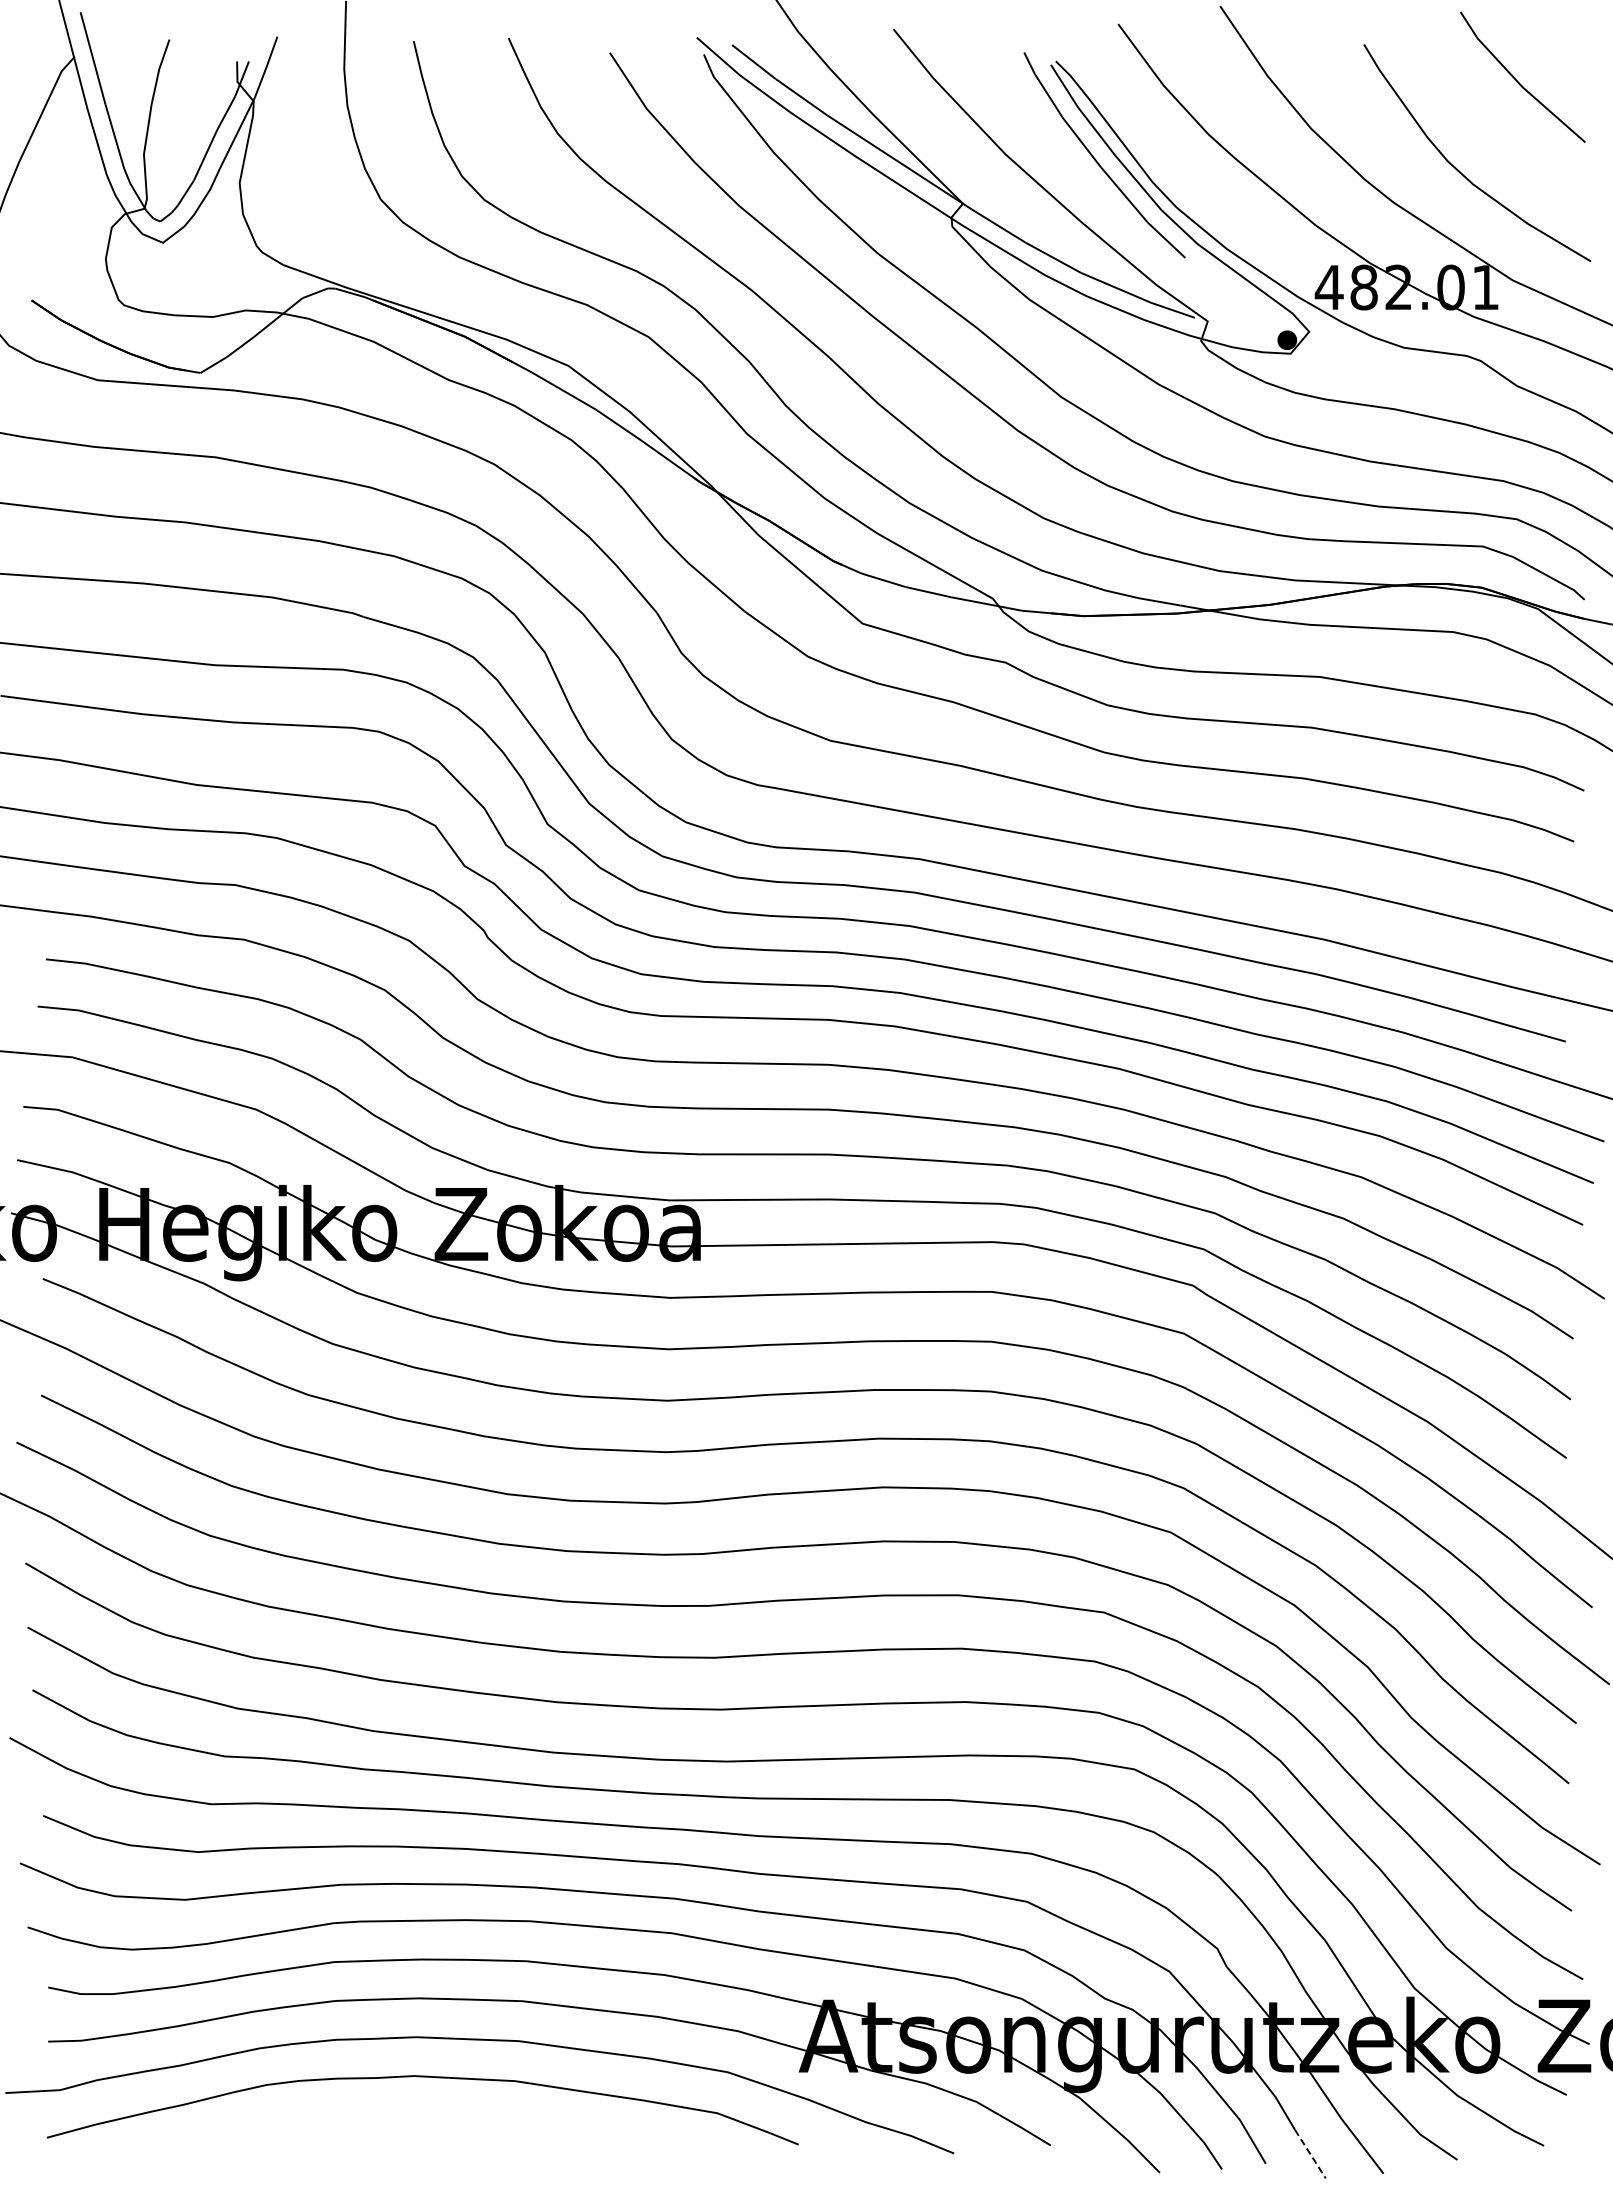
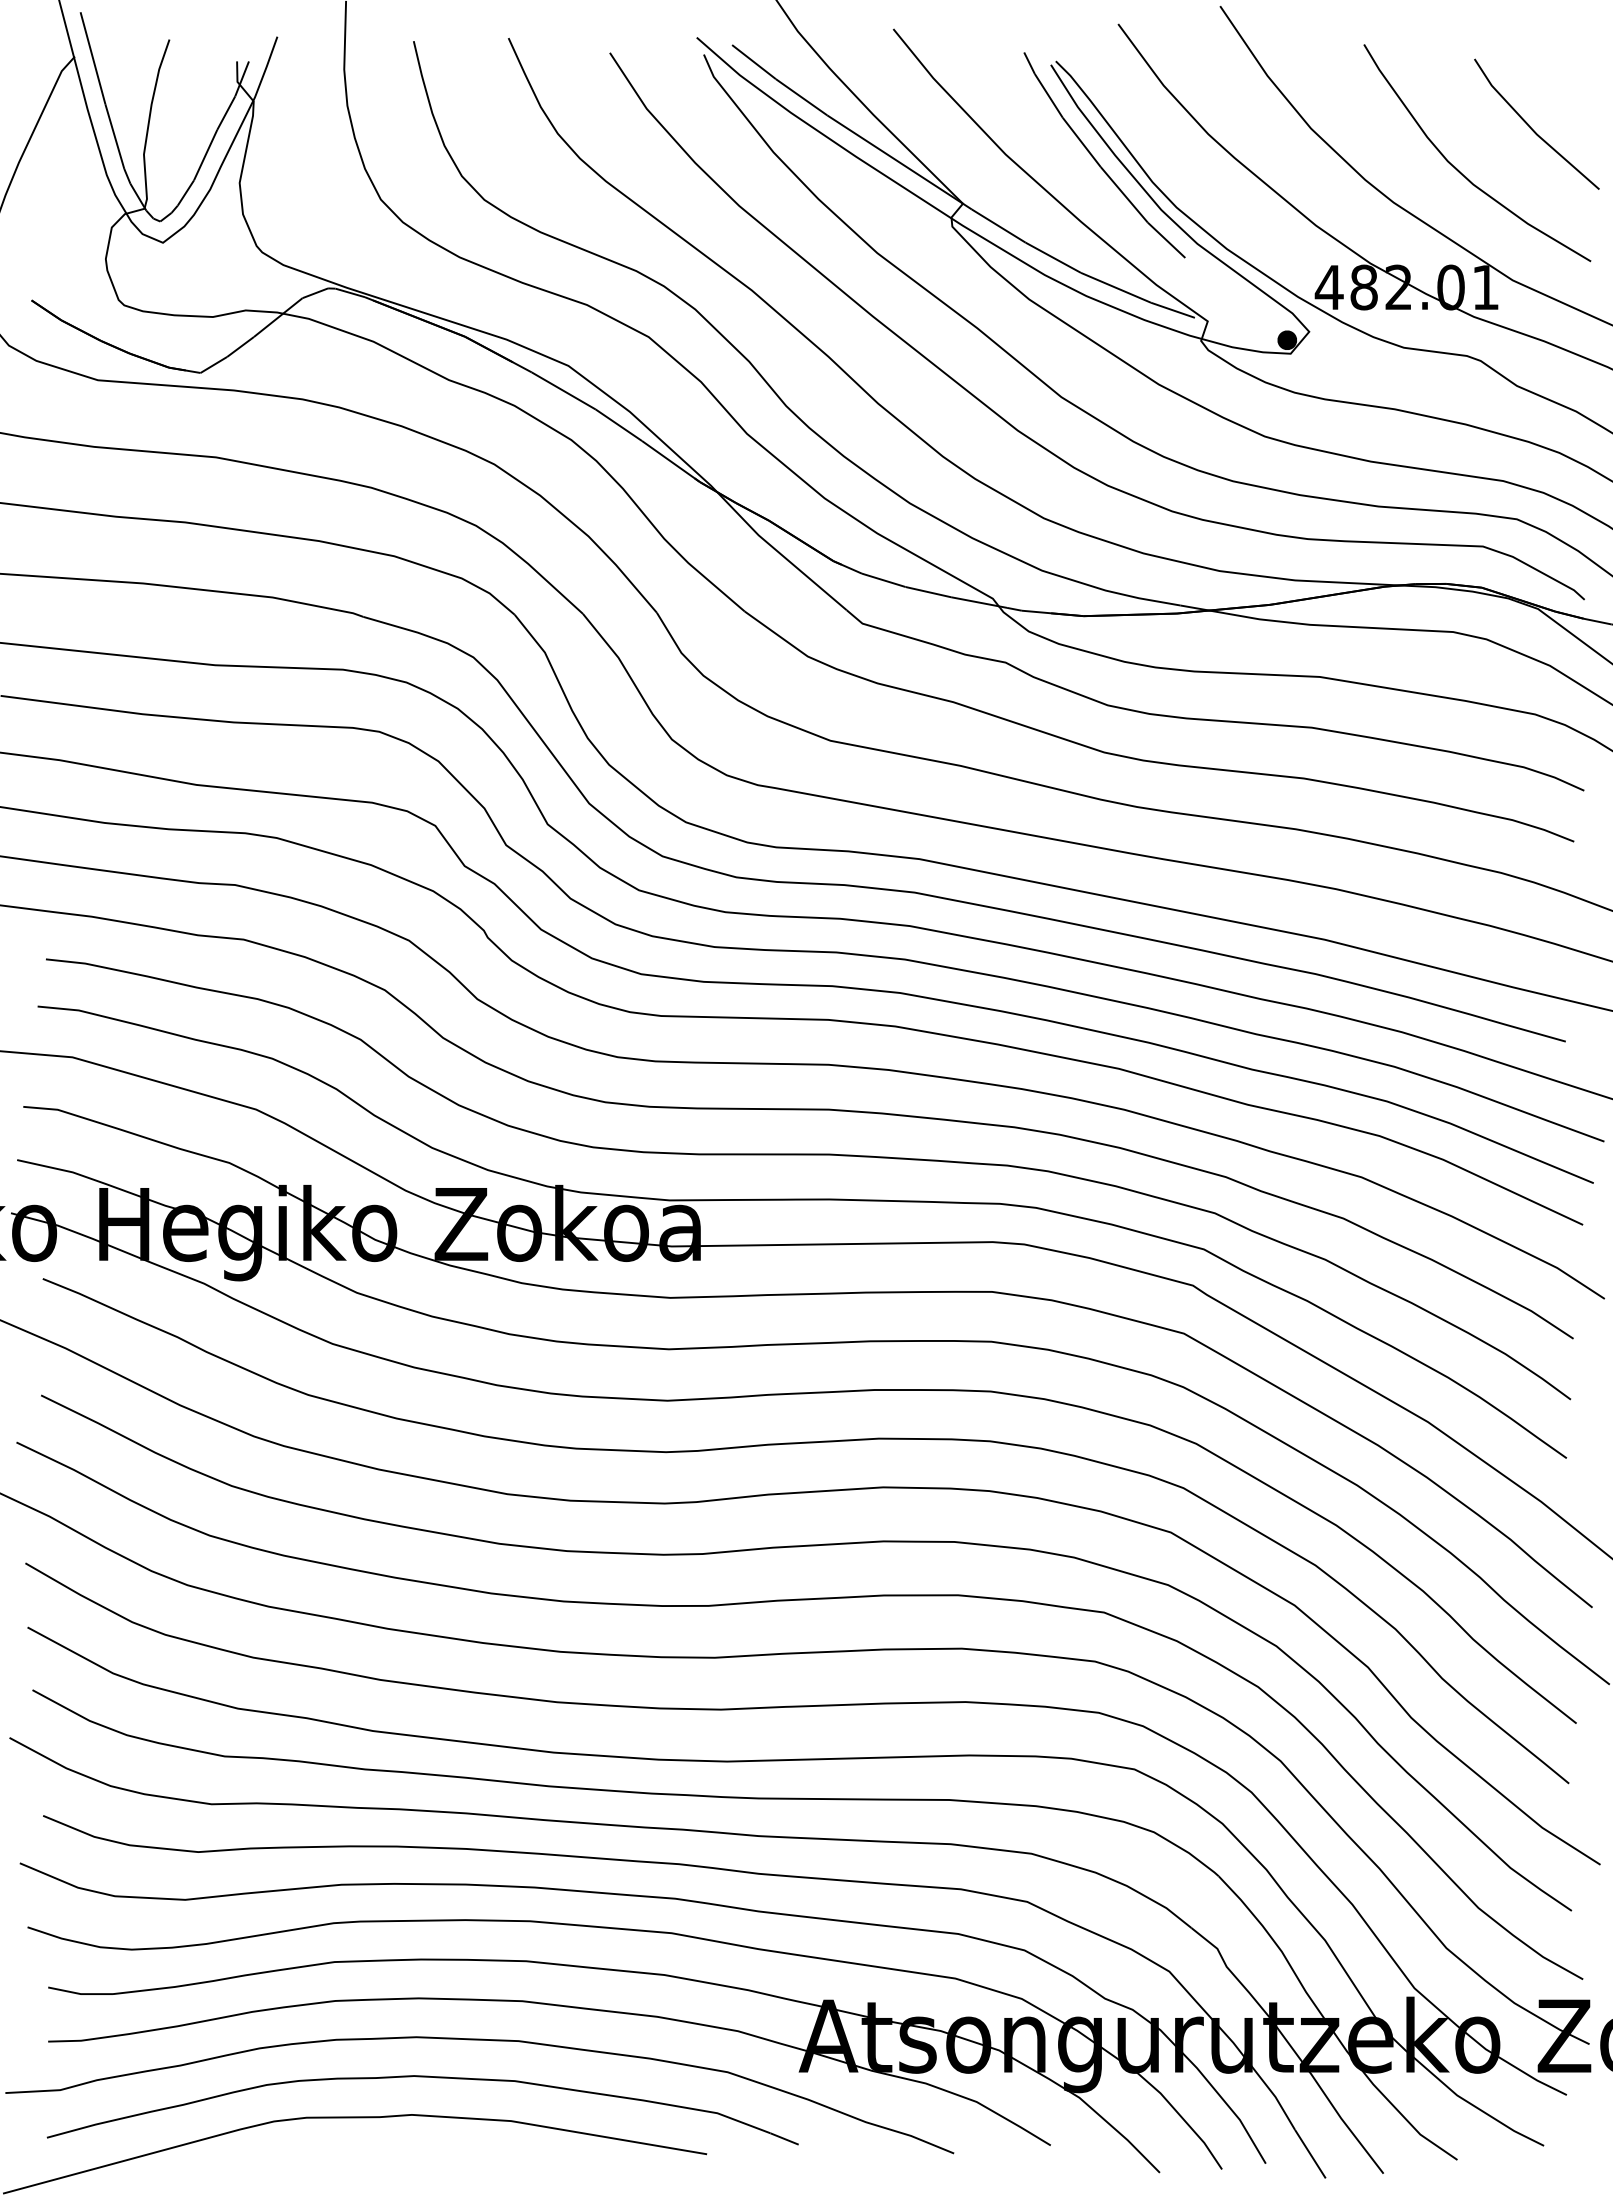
line at (1517, 80) position: (1517, 80) -> (1531, 127)
curve at (355, 2118): none -> present
line at (1310, 2154): dashed -> solid
